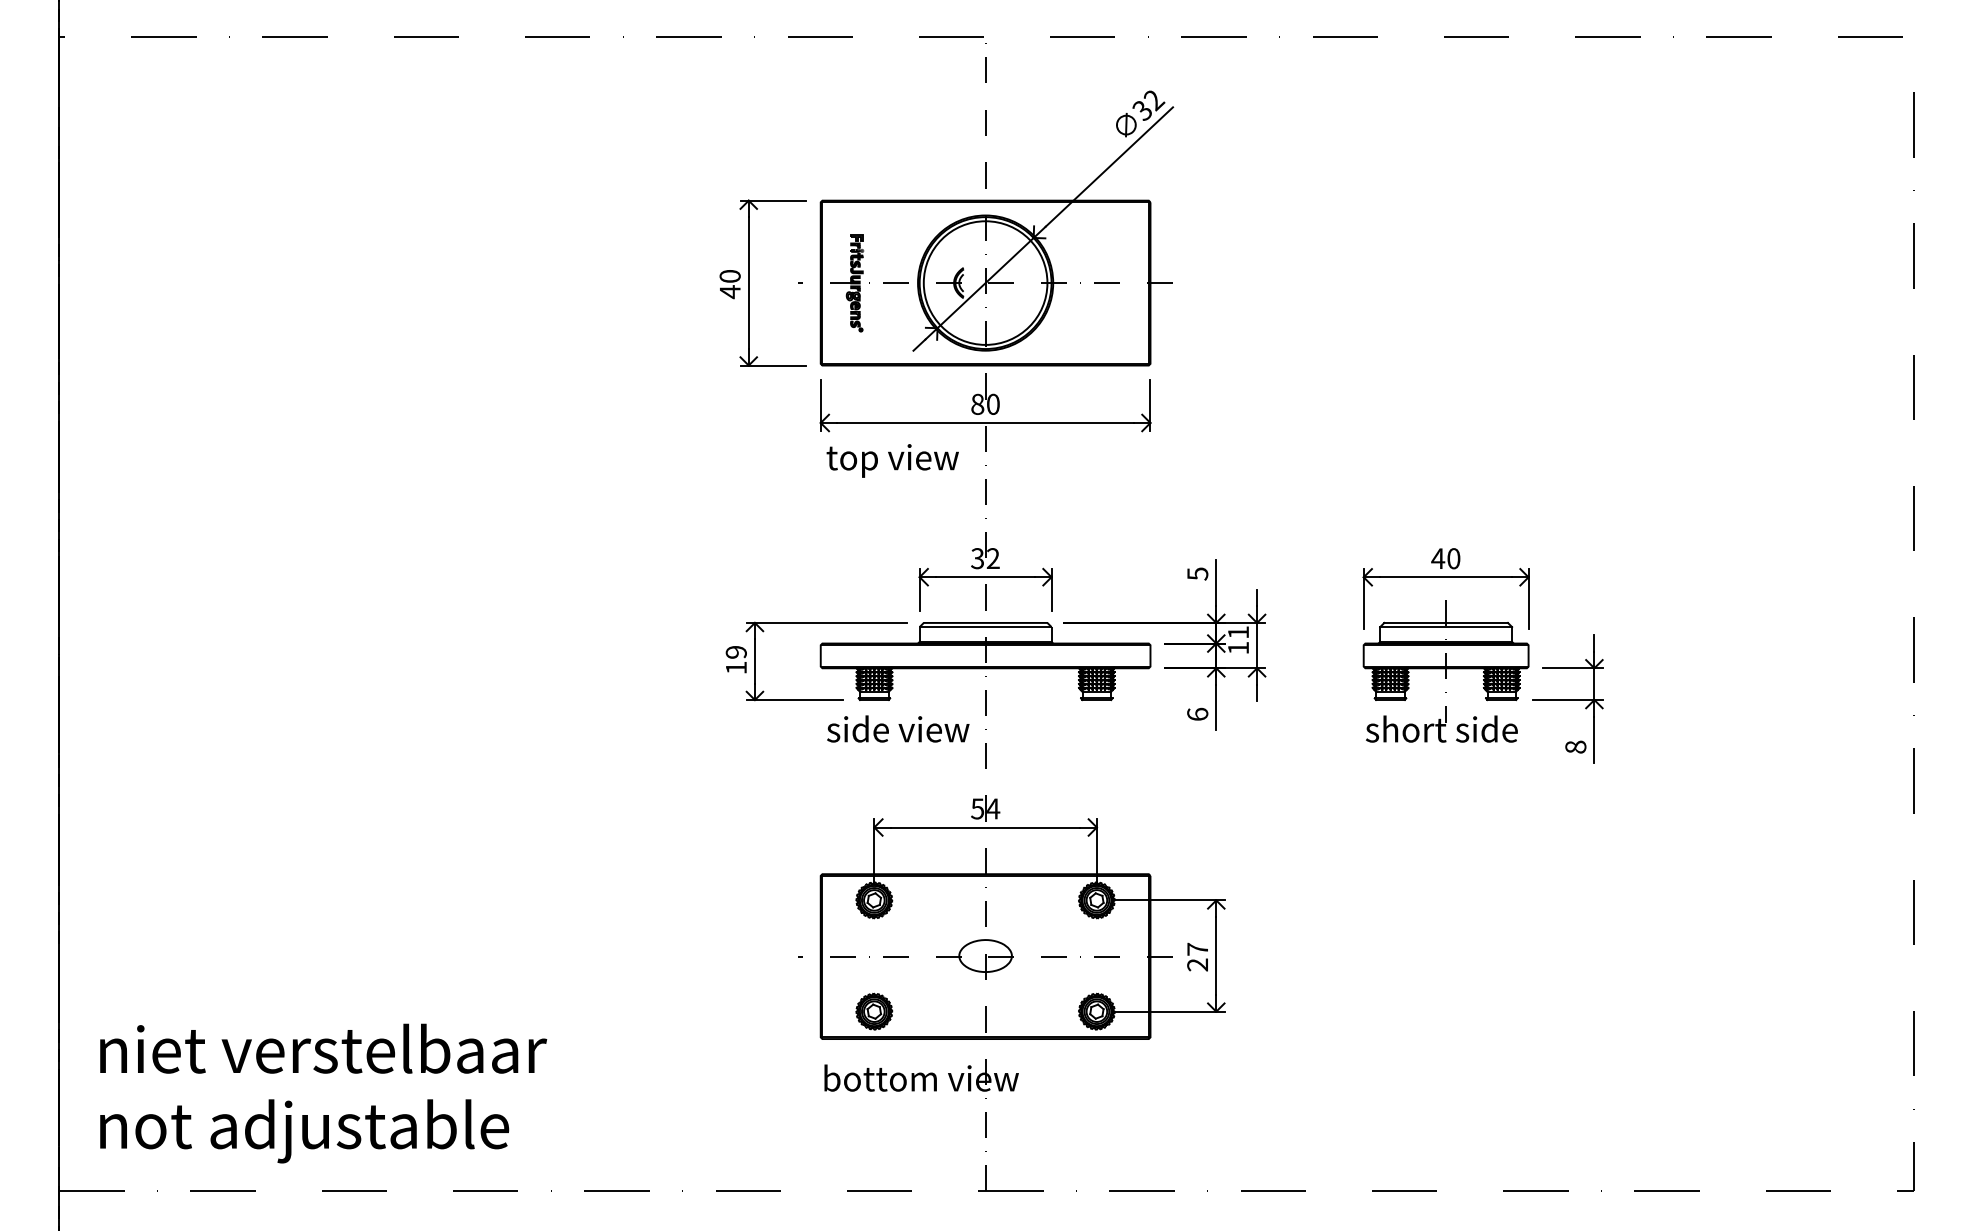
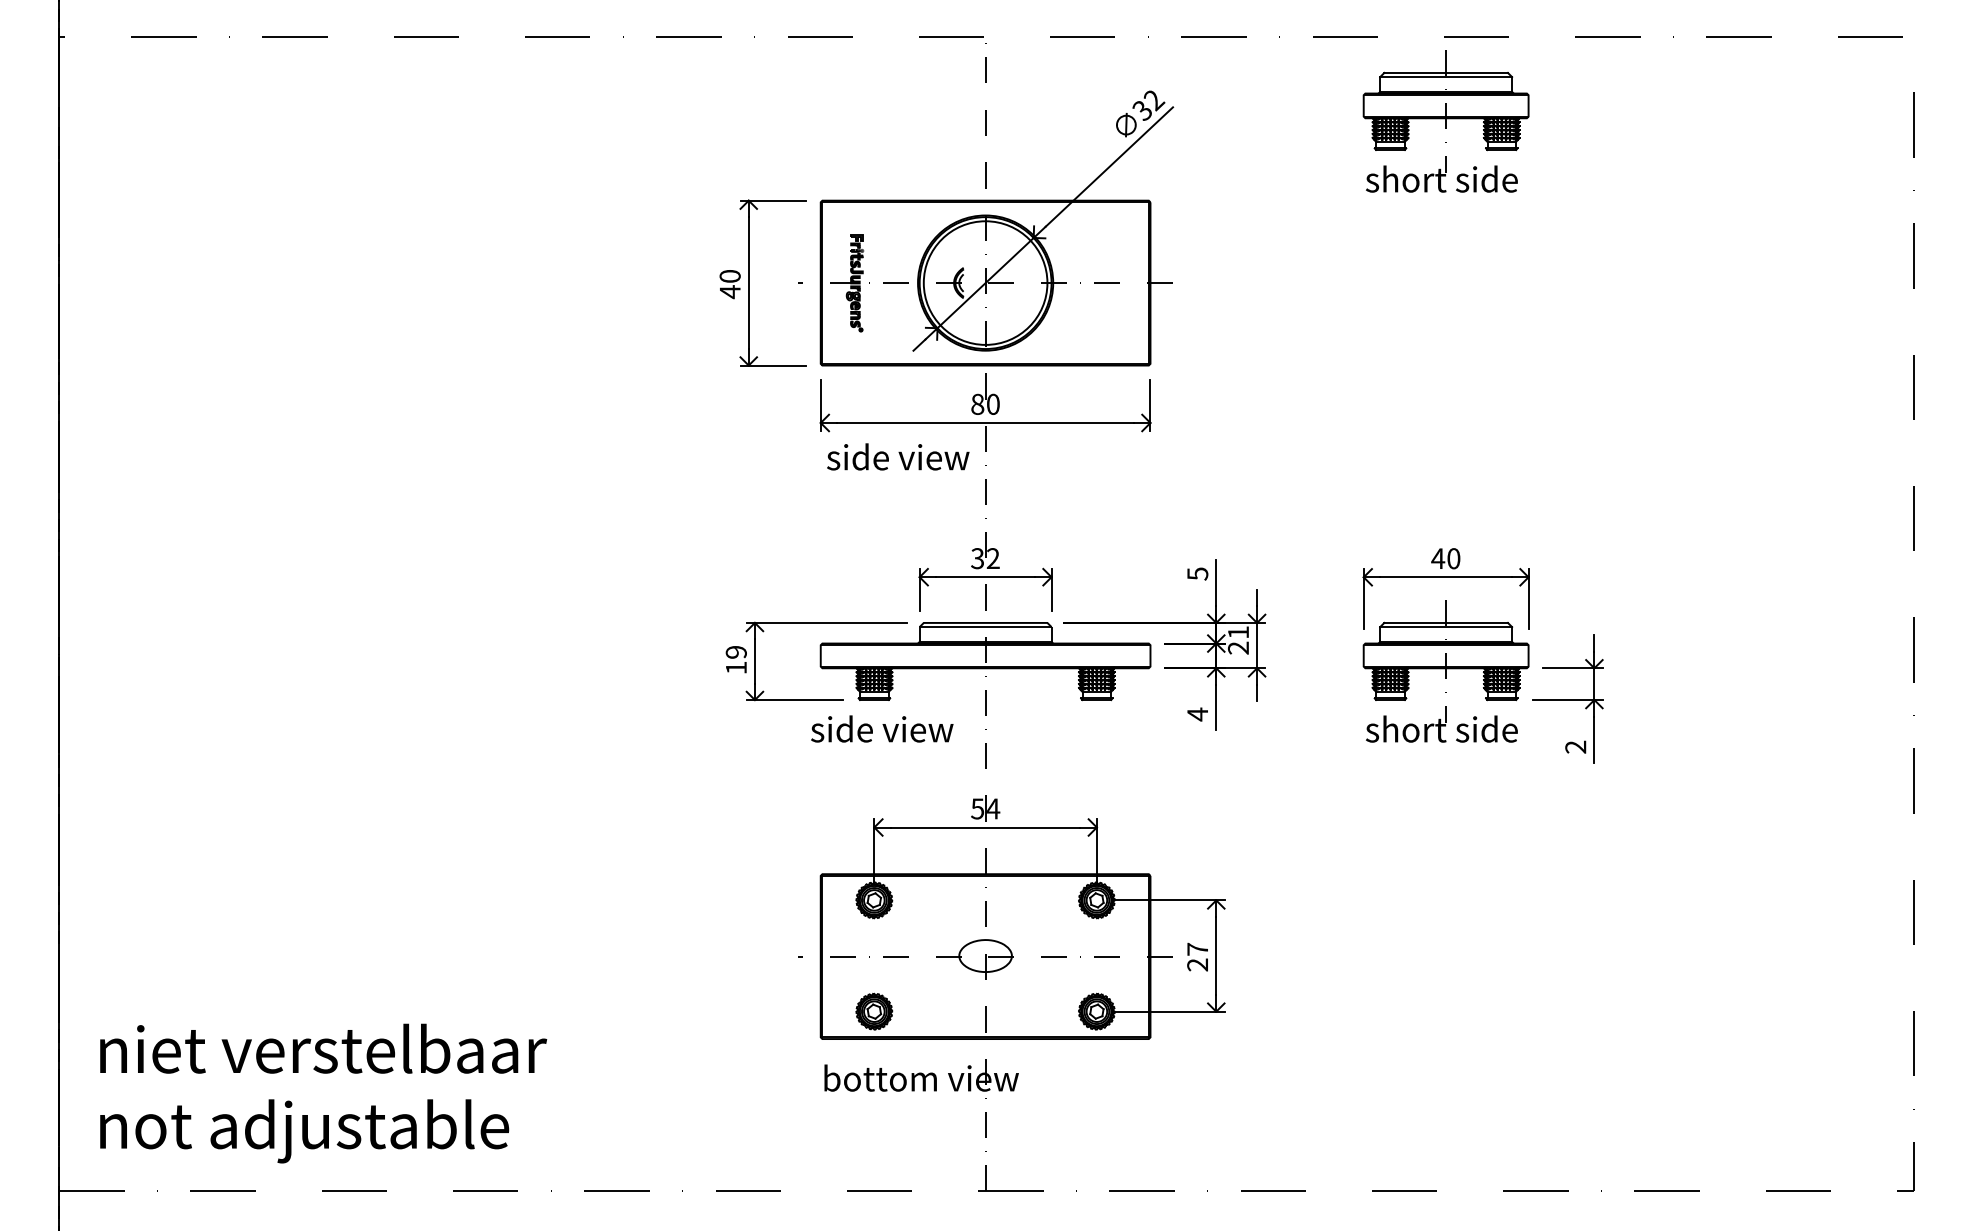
part at (1445, 121): none -> present
text at (897, 460): top view -> side view
text at (1238, 647): 11 -> 21
text at (1197, 714): 6 -> 4
text at (898, 728) position: (898, 728) -> (882, 728)
text at (1575, 746): 8 -> 2
